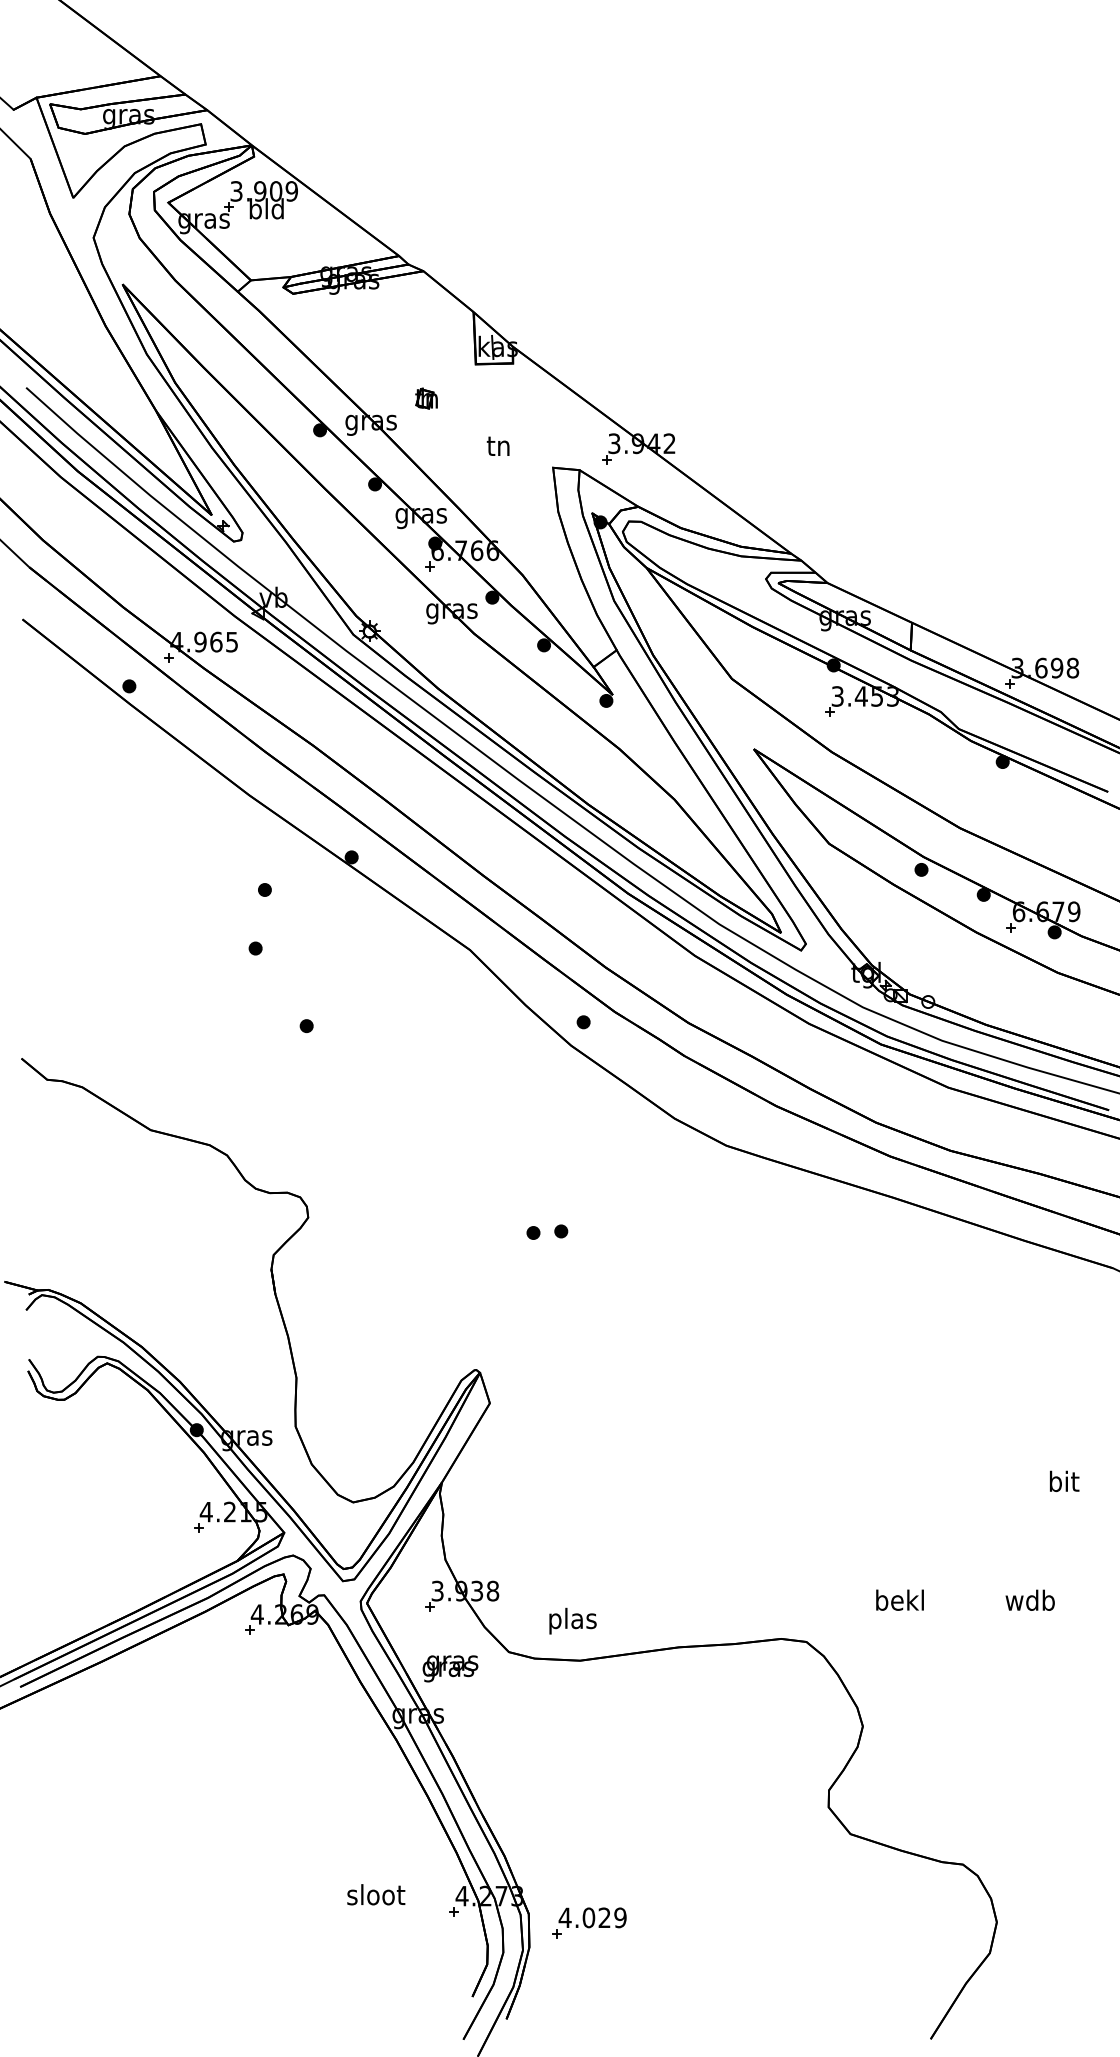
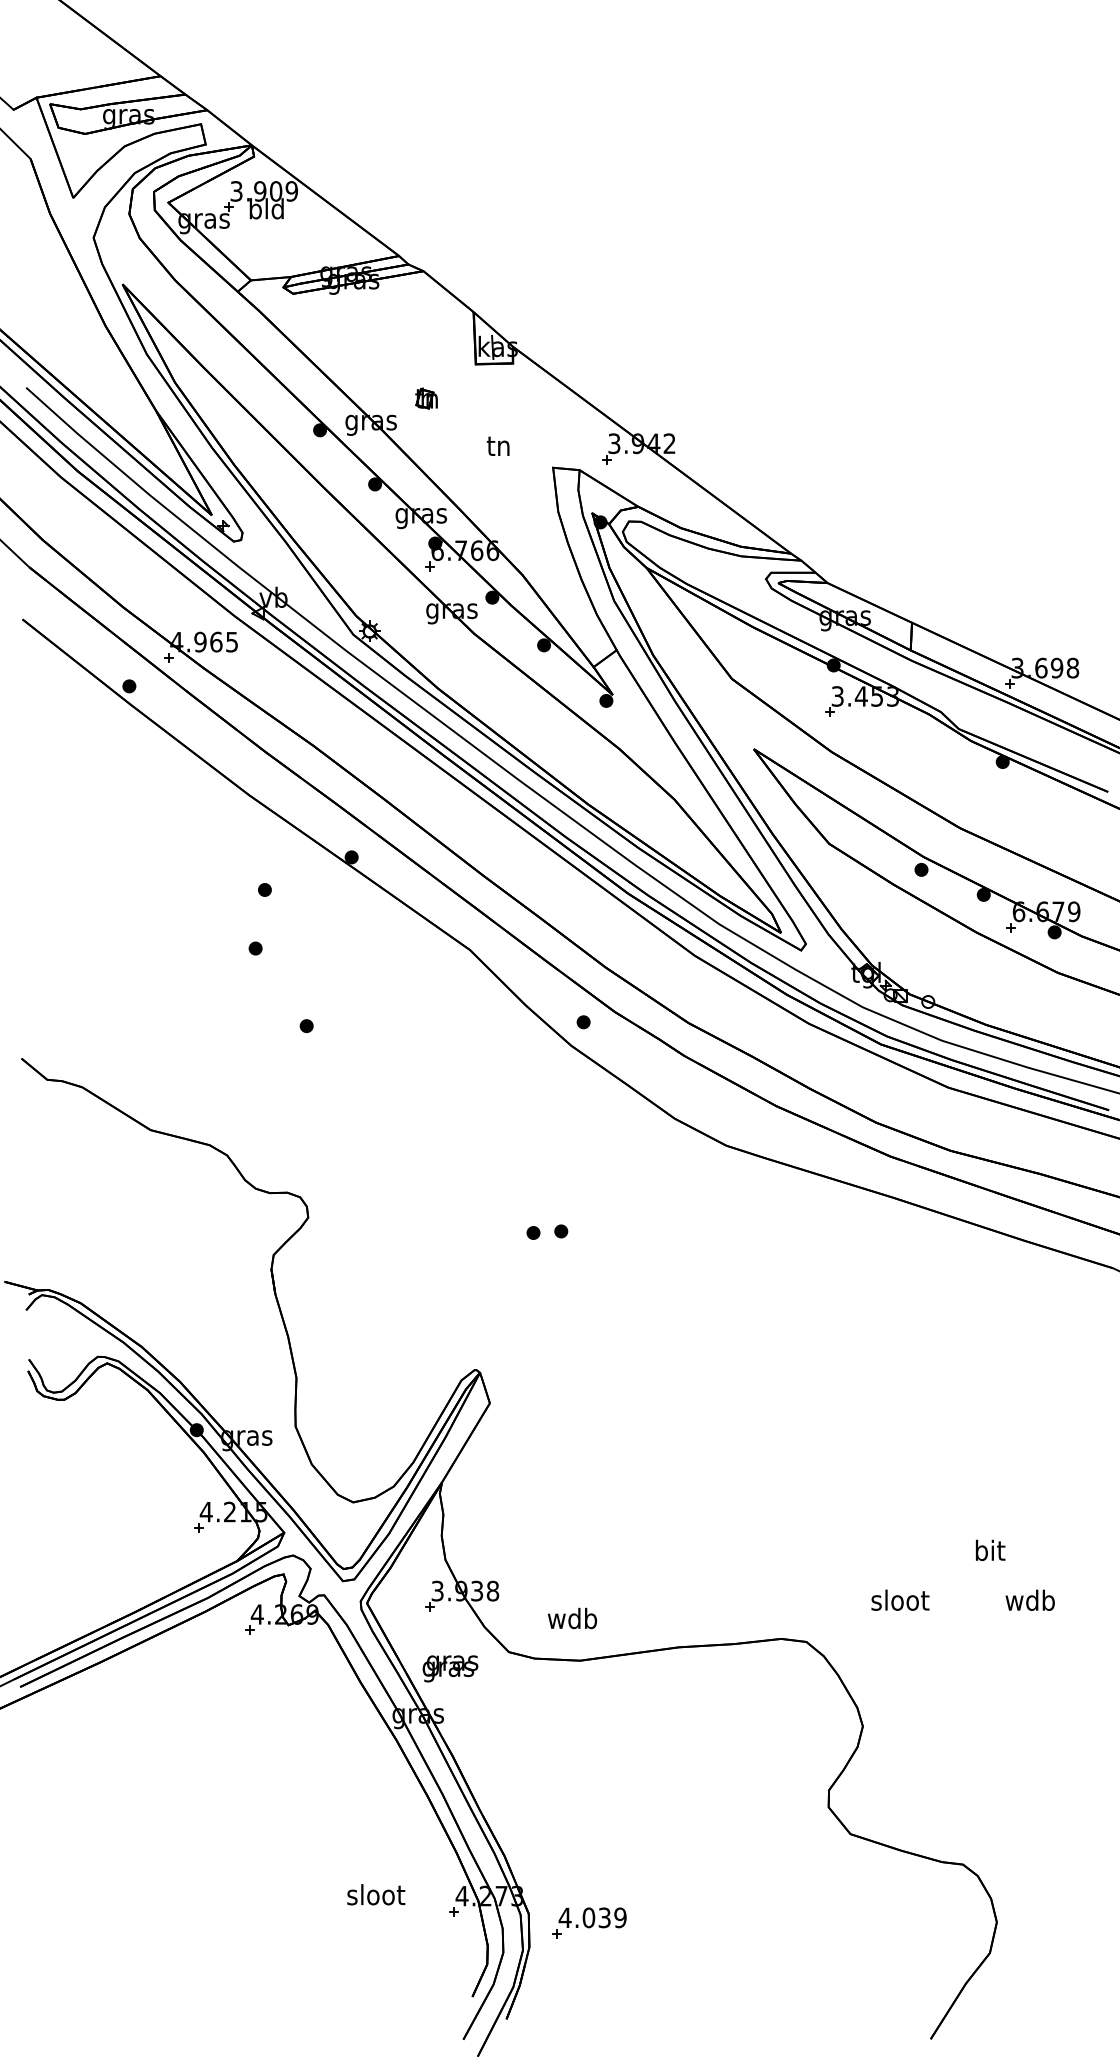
text at (1064, 1481) position: (1064, 1481) -> (990, 1550)
text at (900, 1599): bekl -> sloot
text at (572, 1620): plas -> wdb
text at (604, 1918): 4.029 -> 4.039
